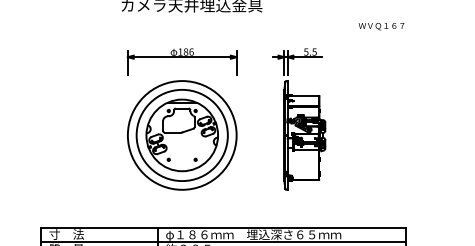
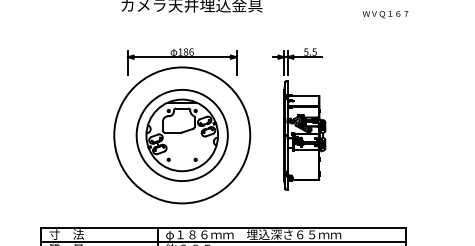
text at (381, 26) position: (381, 26) -> (385, 14)
circle at (181, 135) diameter: 109 px -> 136 px
